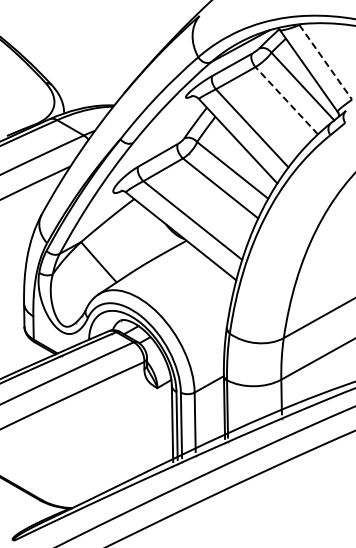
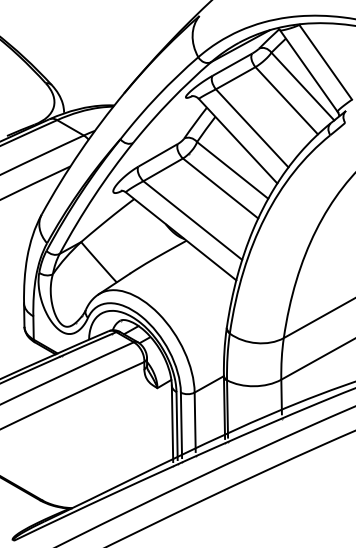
line at (325, 62): dashed -> solid
line at (286, 100): dashed -> solid
